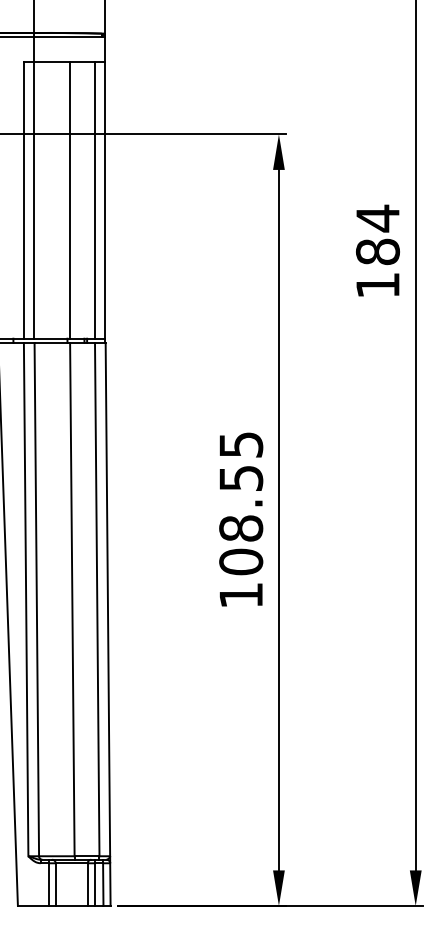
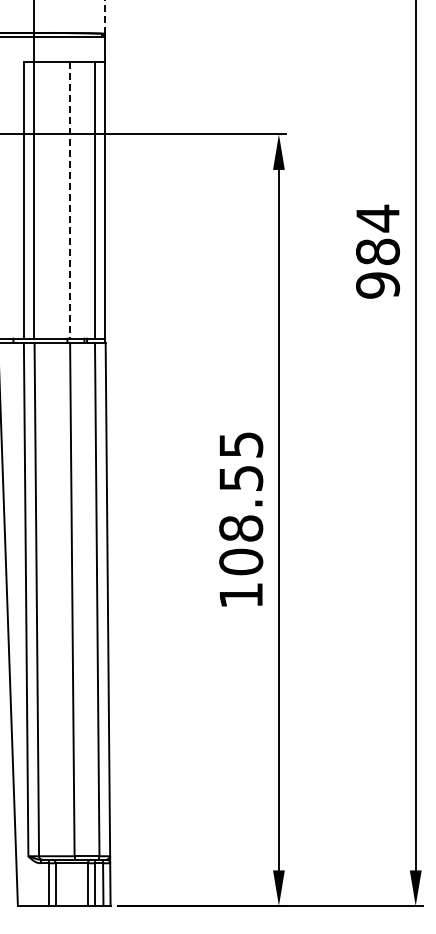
line at (105, 16): solid -> dashed
line at (69, 200): solid -> dashed
text at (377, 285): 184 -> 984
